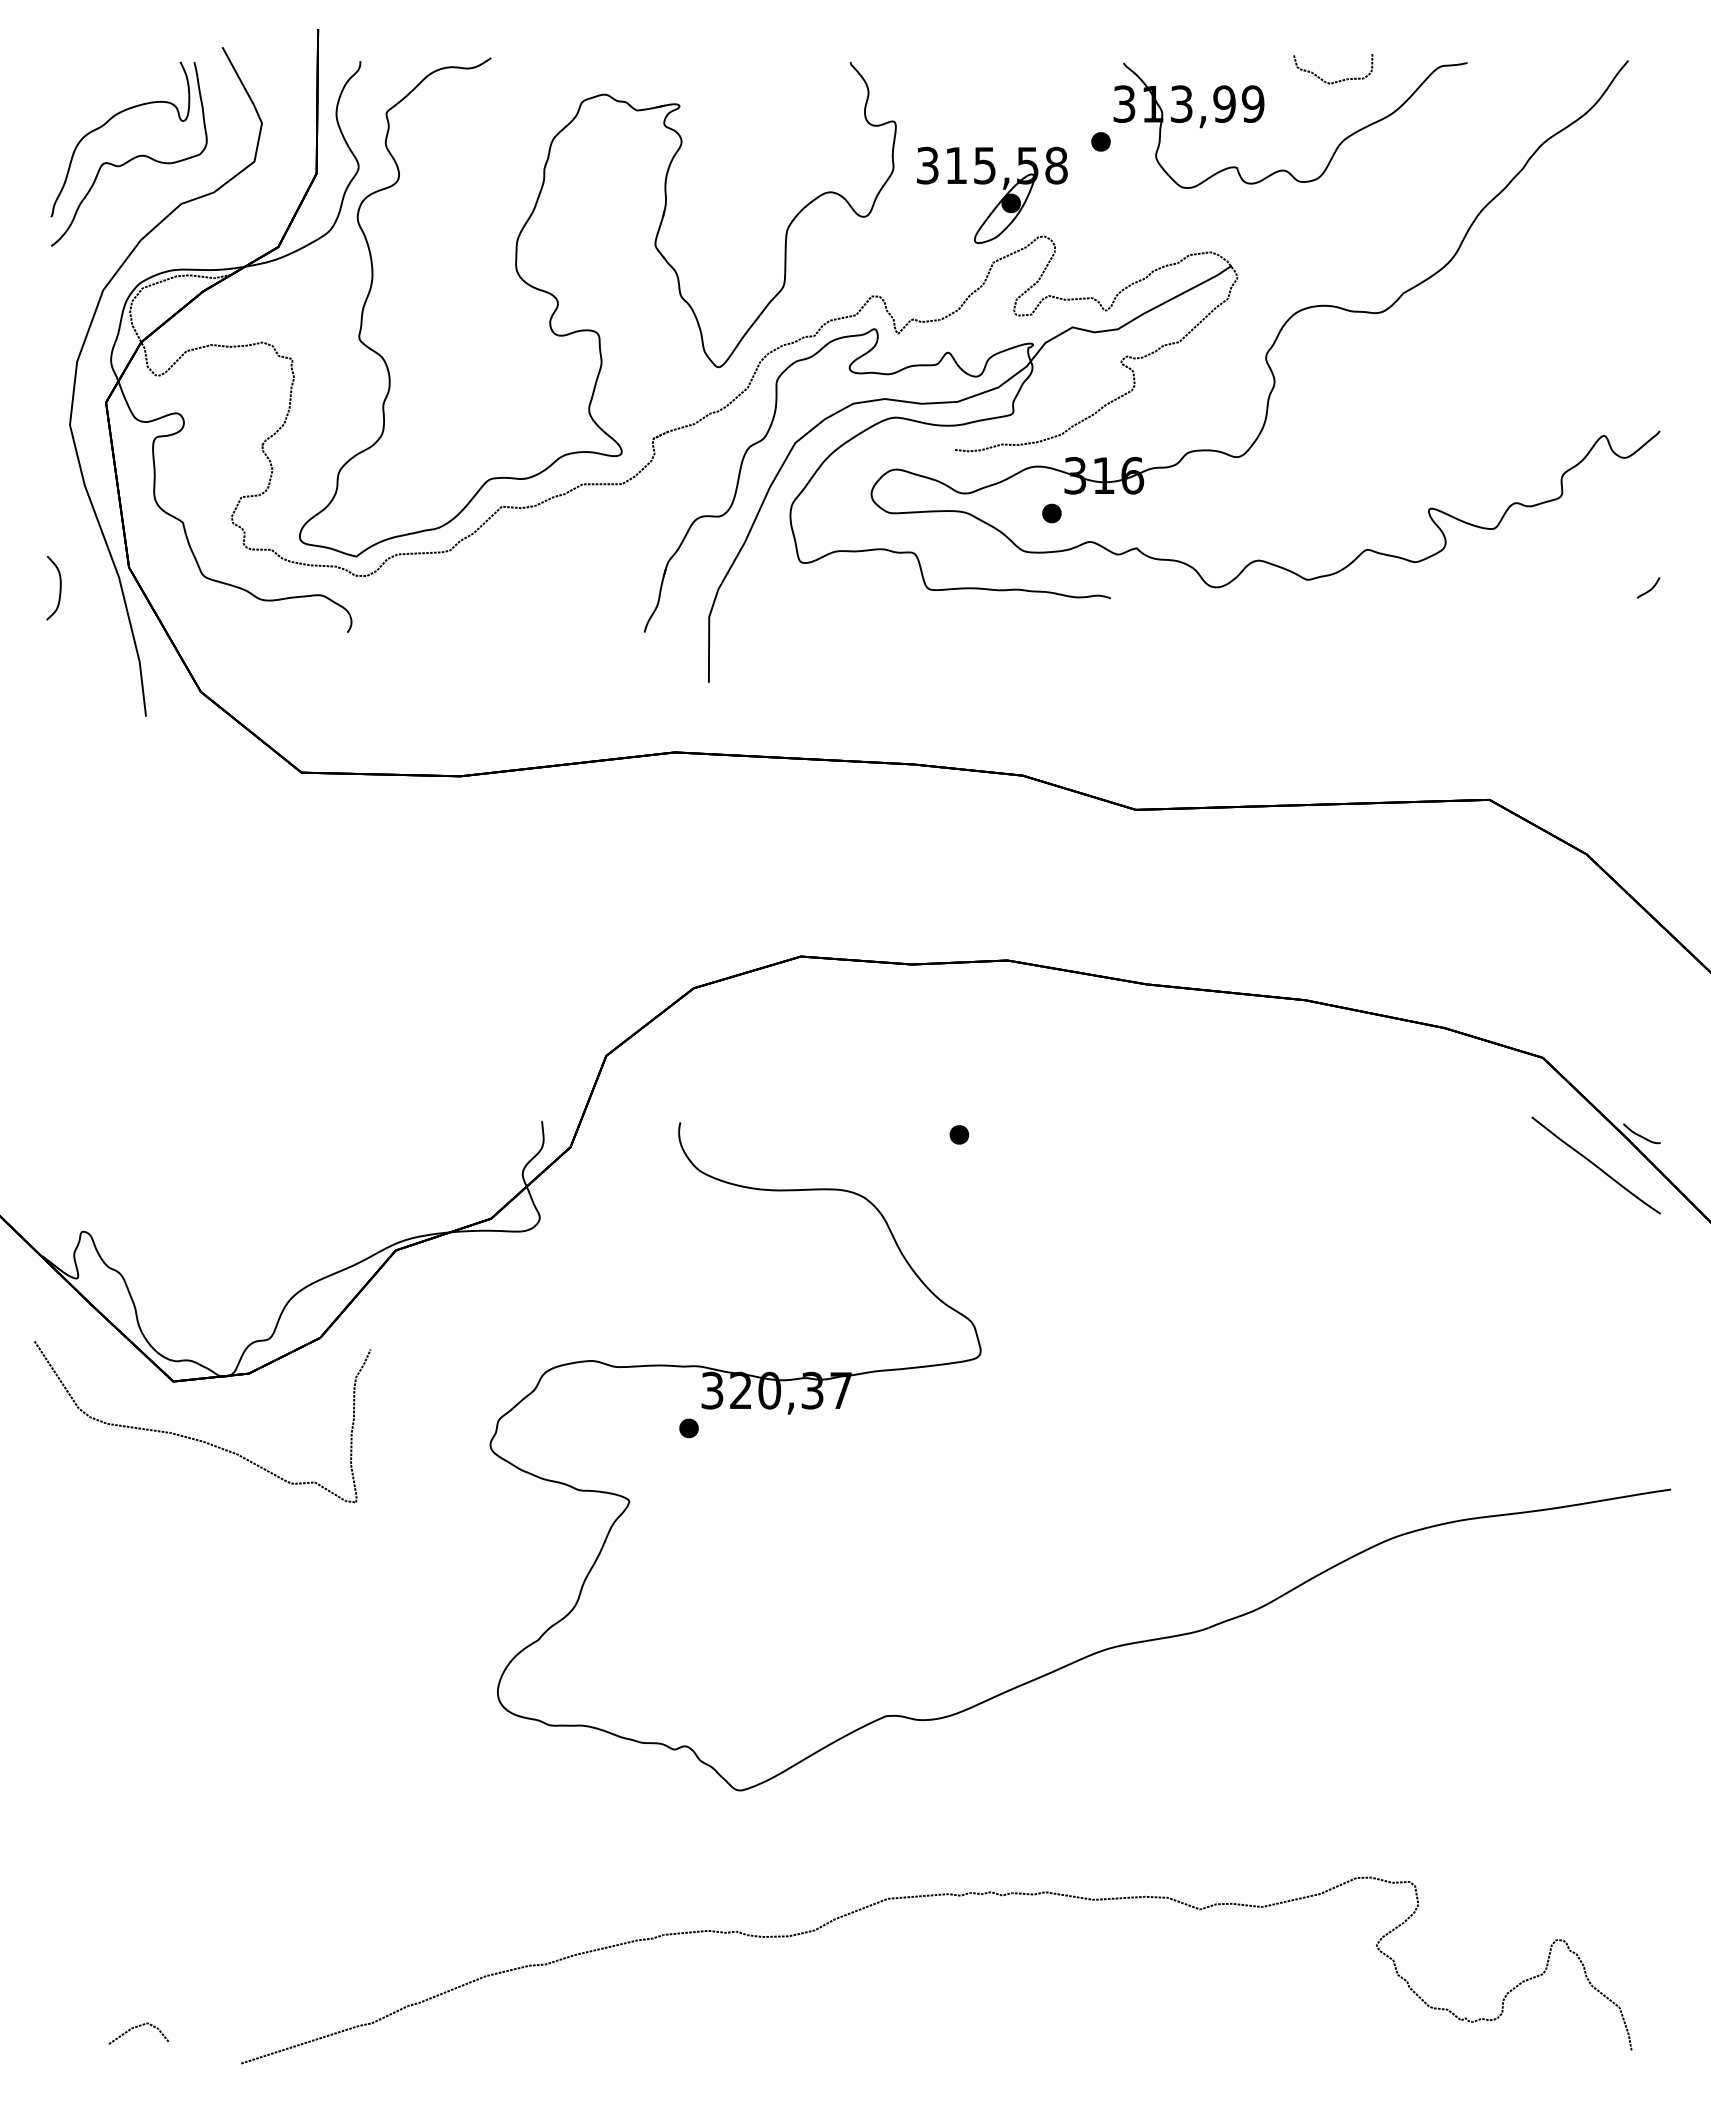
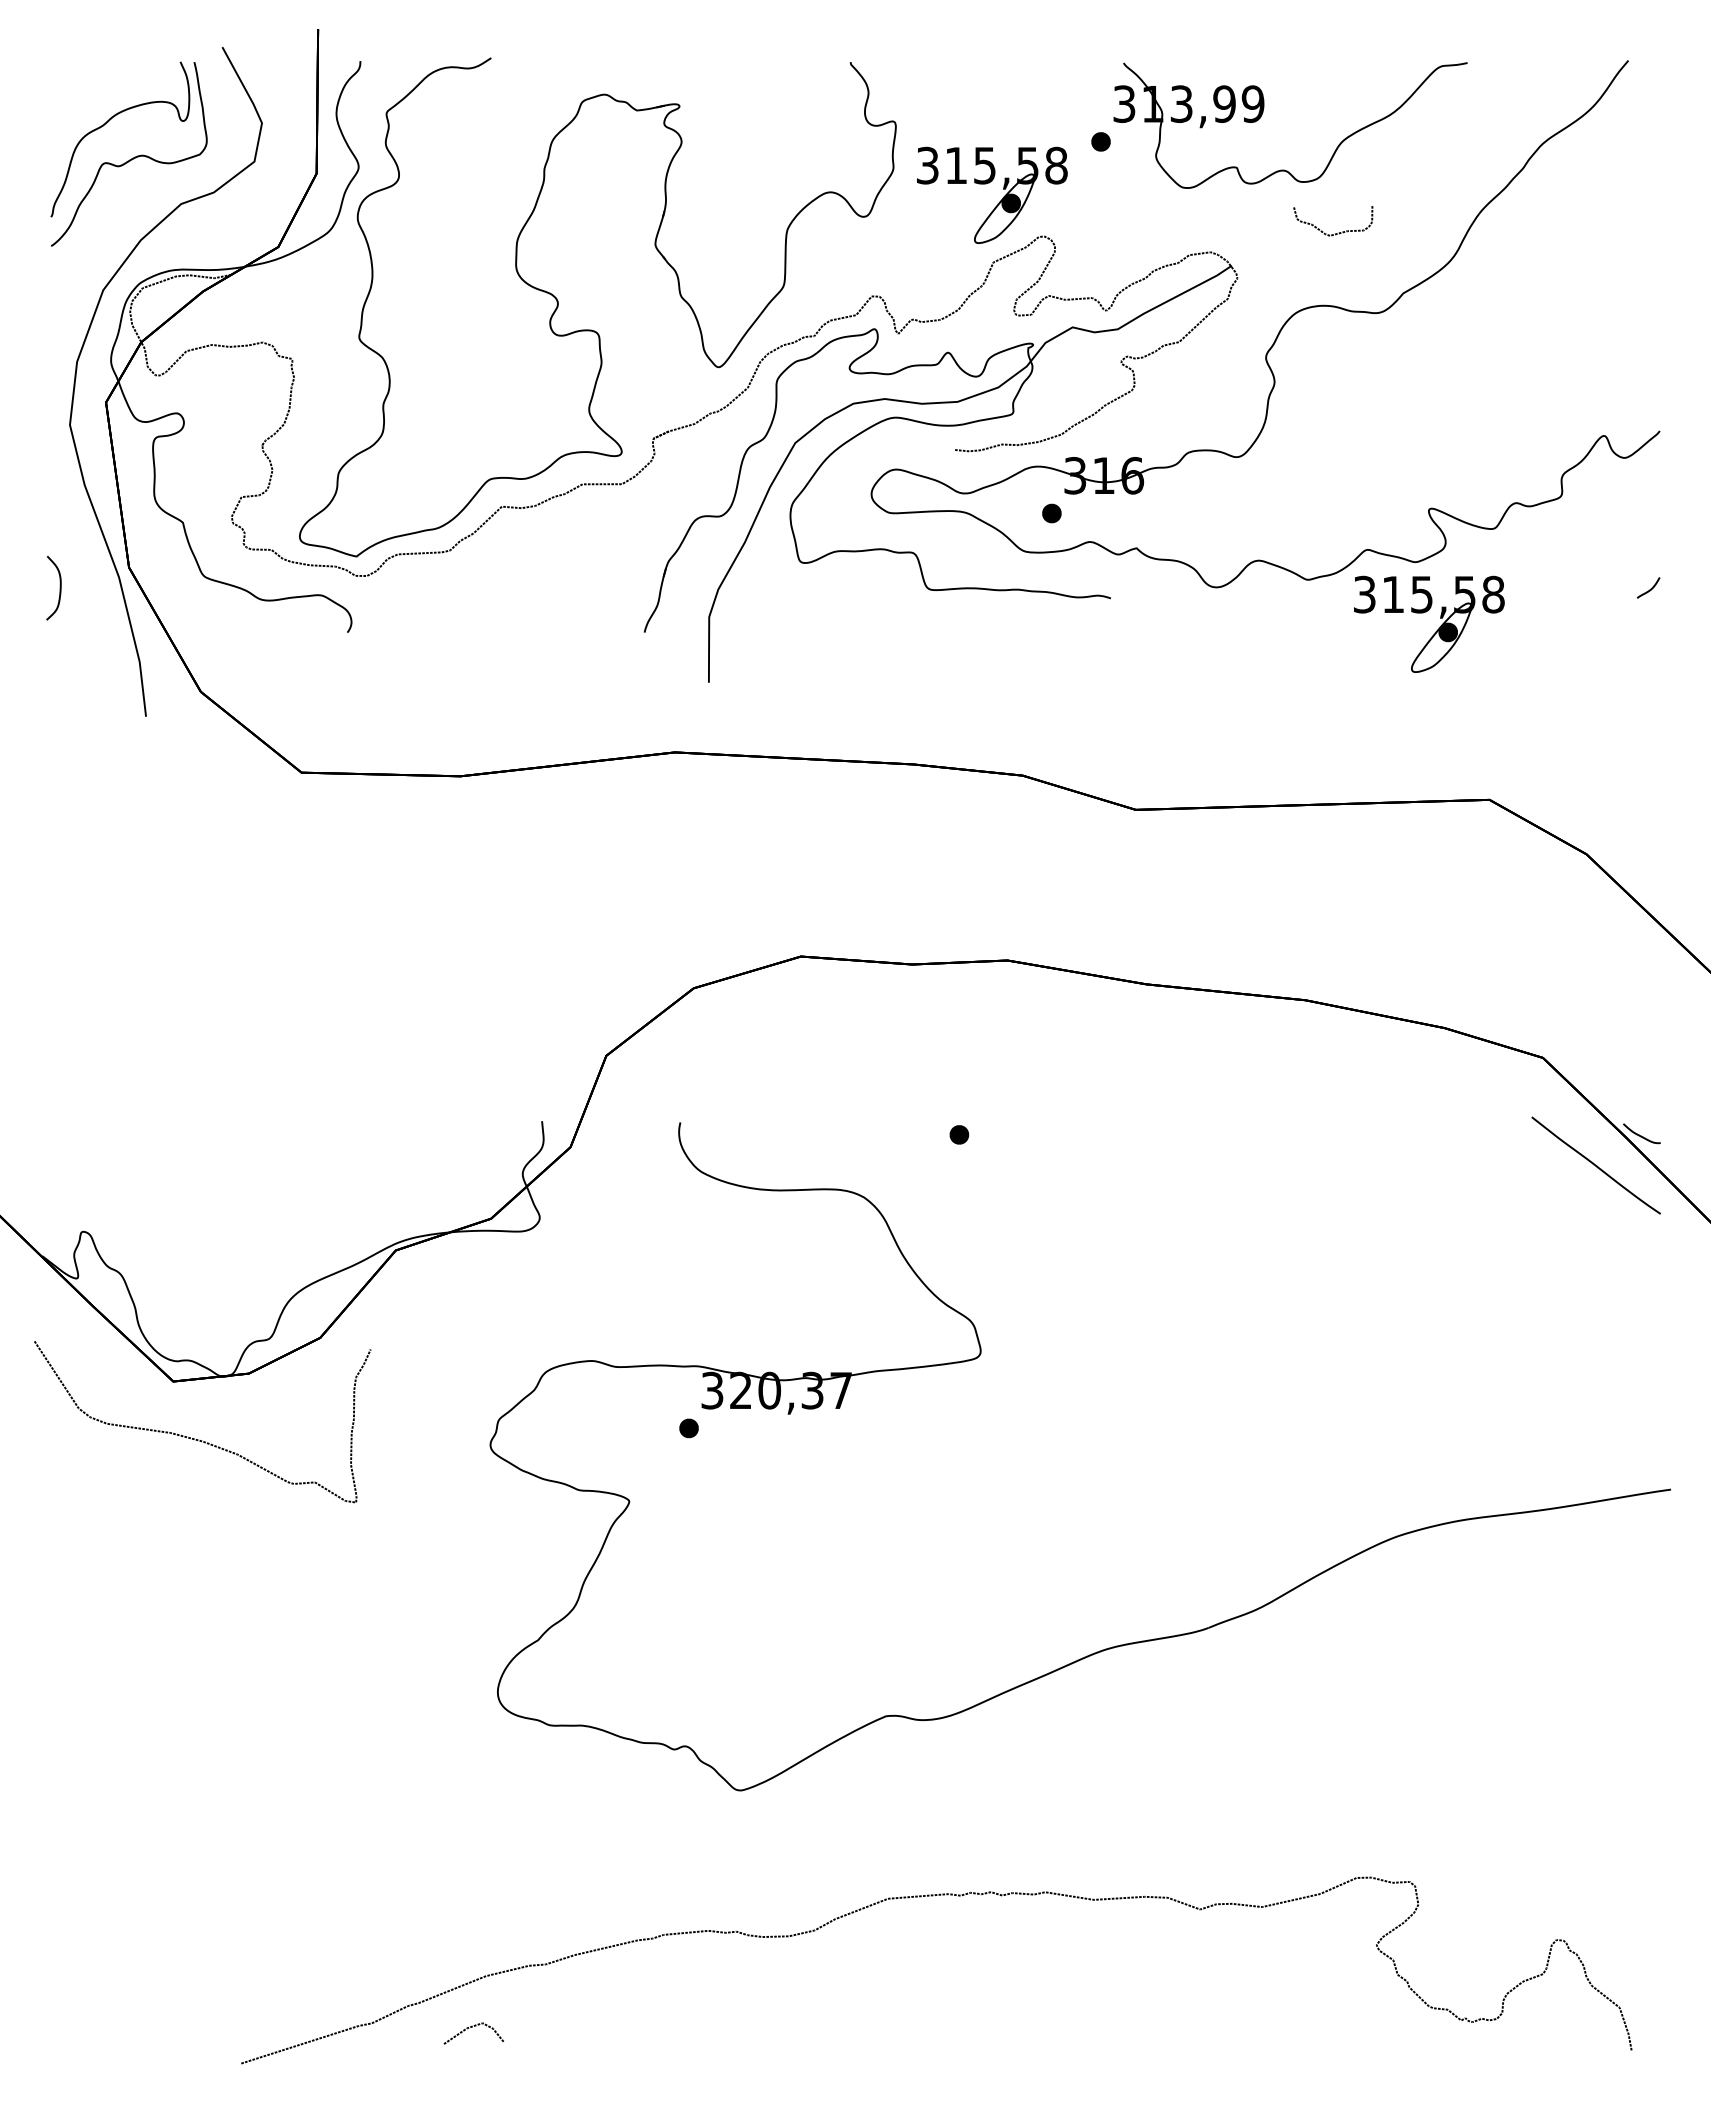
curve at (1338, 80) position: (1338, 80) -> (1338, 232)
part at (1436, 630): none -> present
line at (137, 2027) position: (137, 2027) -> (472, 2027)
